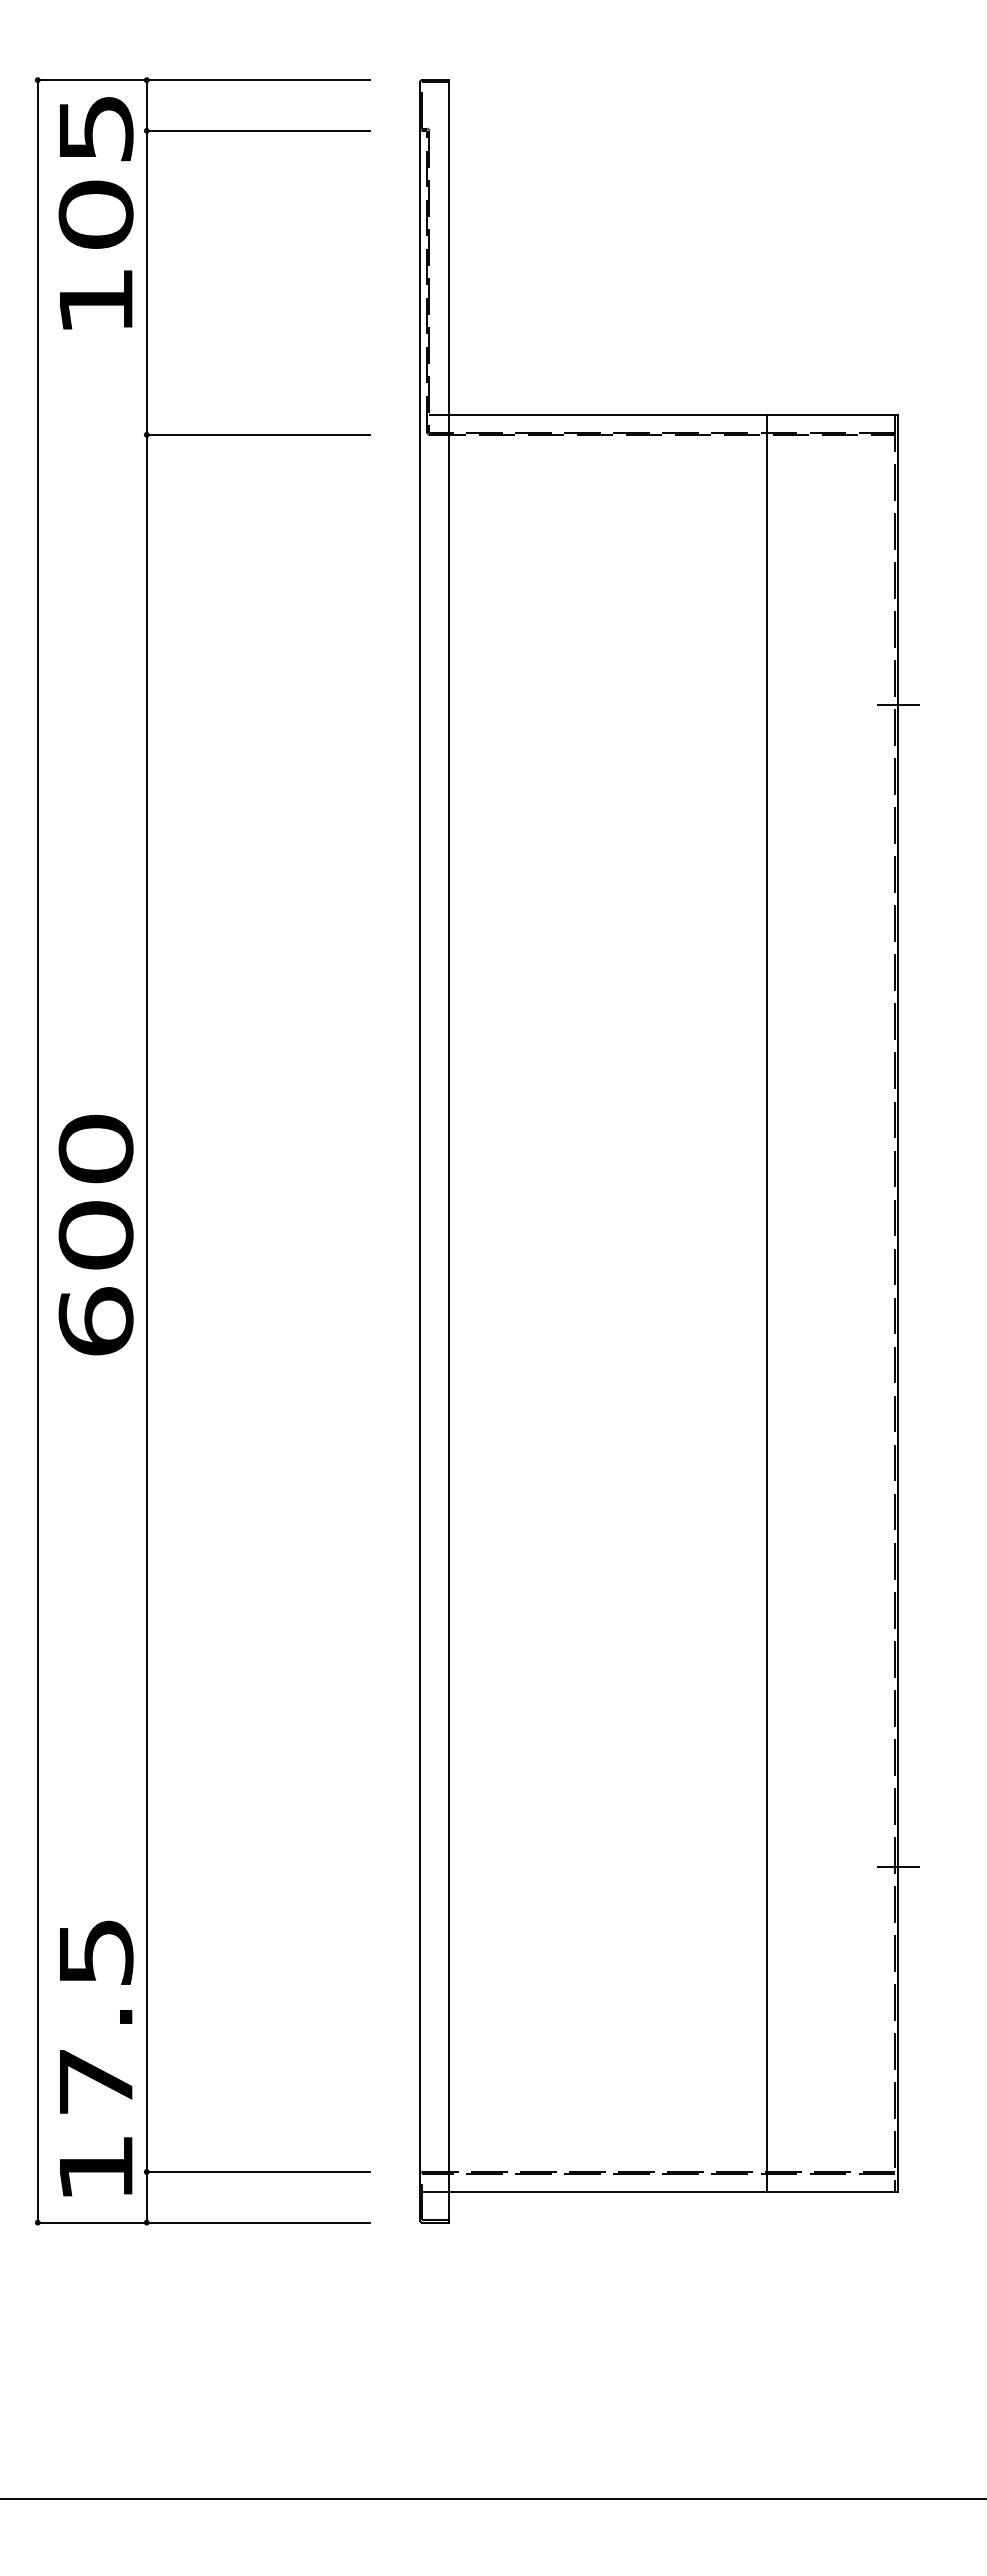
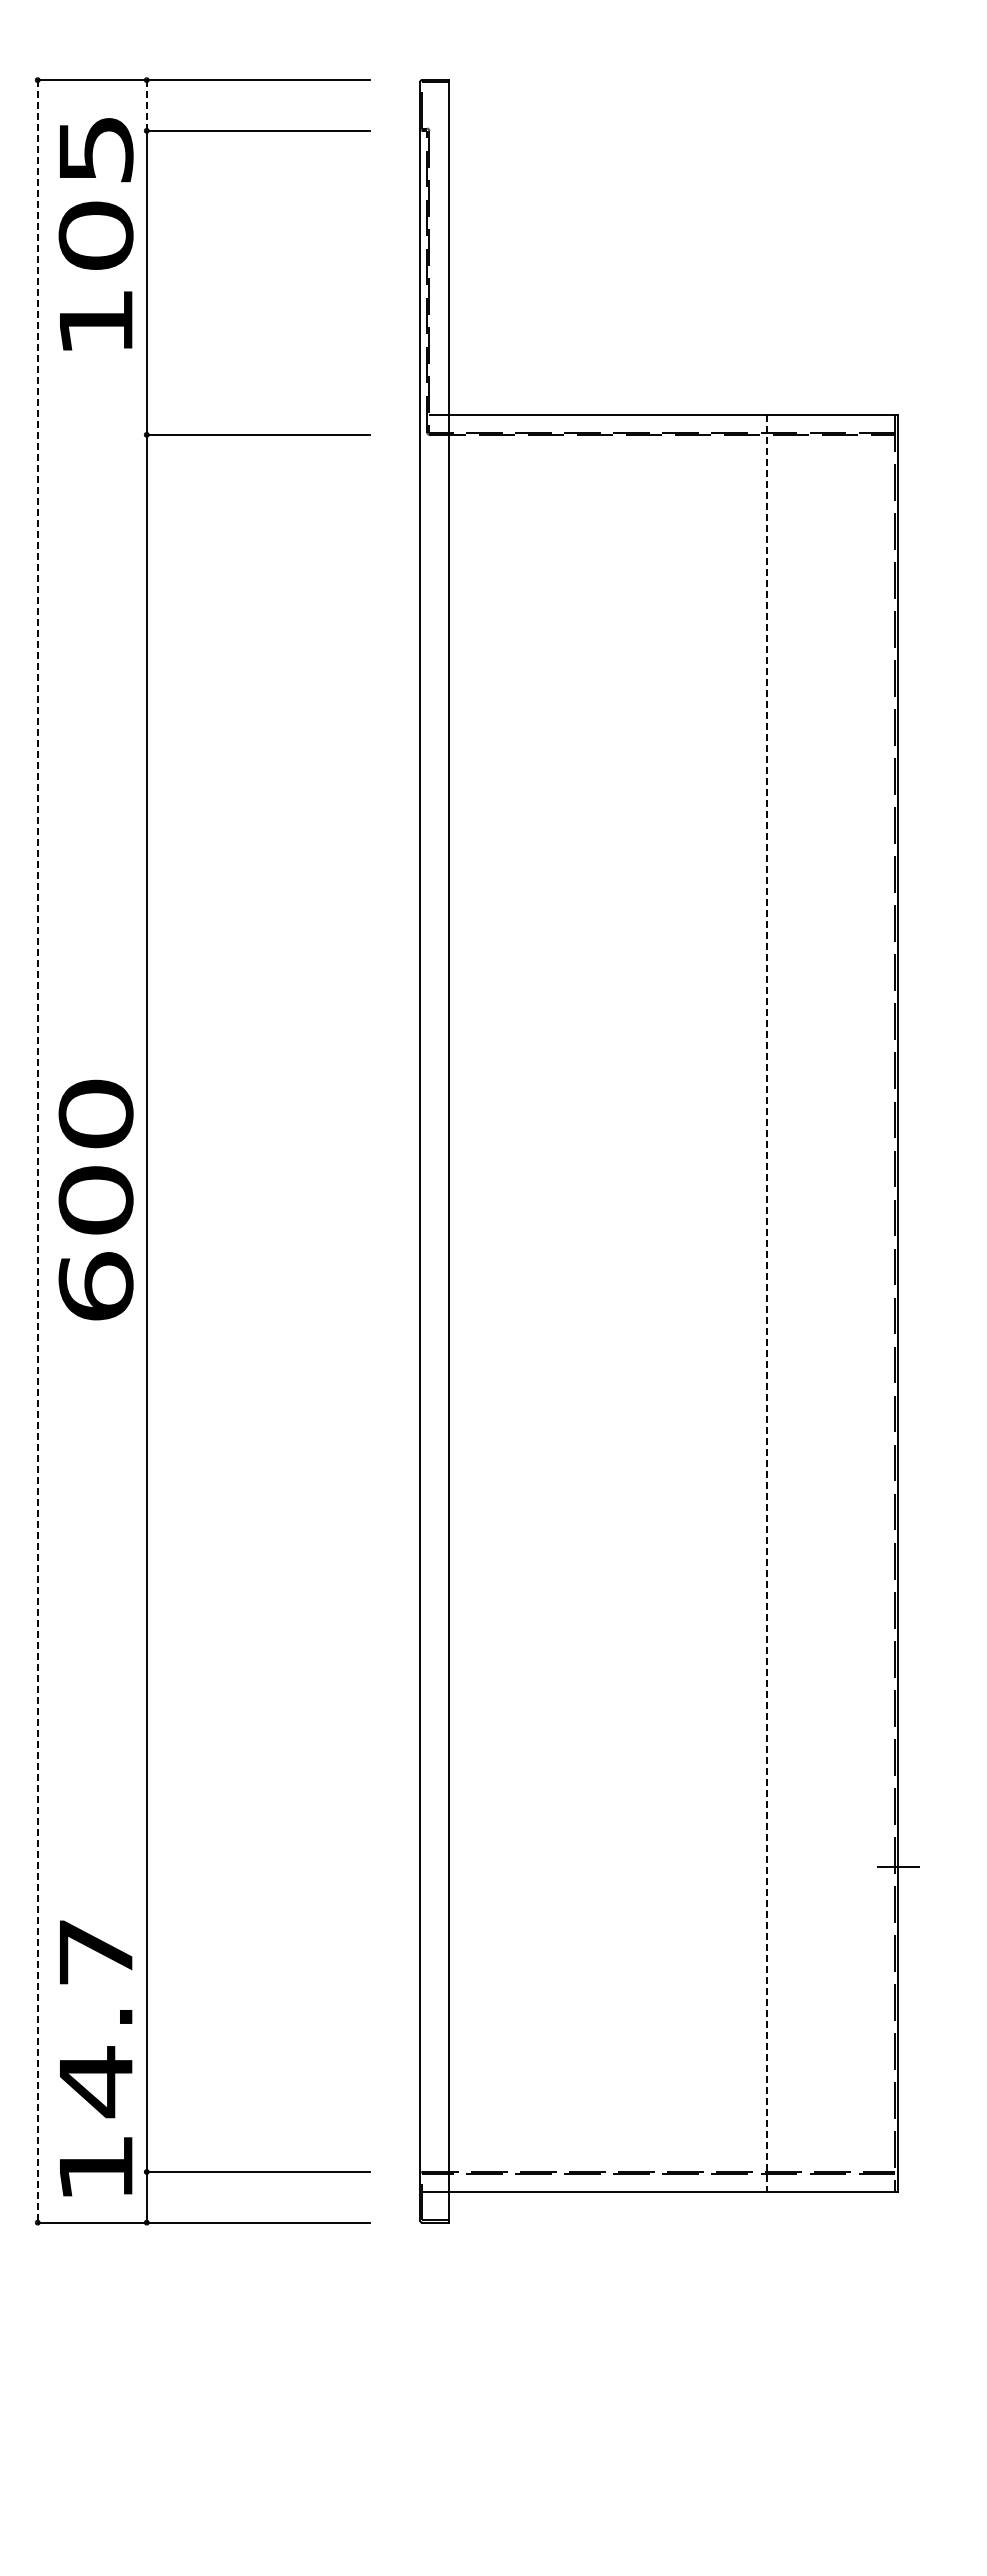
line at (146, 105): solid -> dashed
text at (95, 213) position: (95, 213) -> (95, 234)
line at (898, 704): present -> none
line at (37, 1151): solid -> dashed
text at (95, 1234) position: (95, 1234) -> (95, 1199)
line at (767, 1303): solid -> dashed
text at (96, 2019): 17.5 -> 14.7
line at (492, 2498): present -> none
